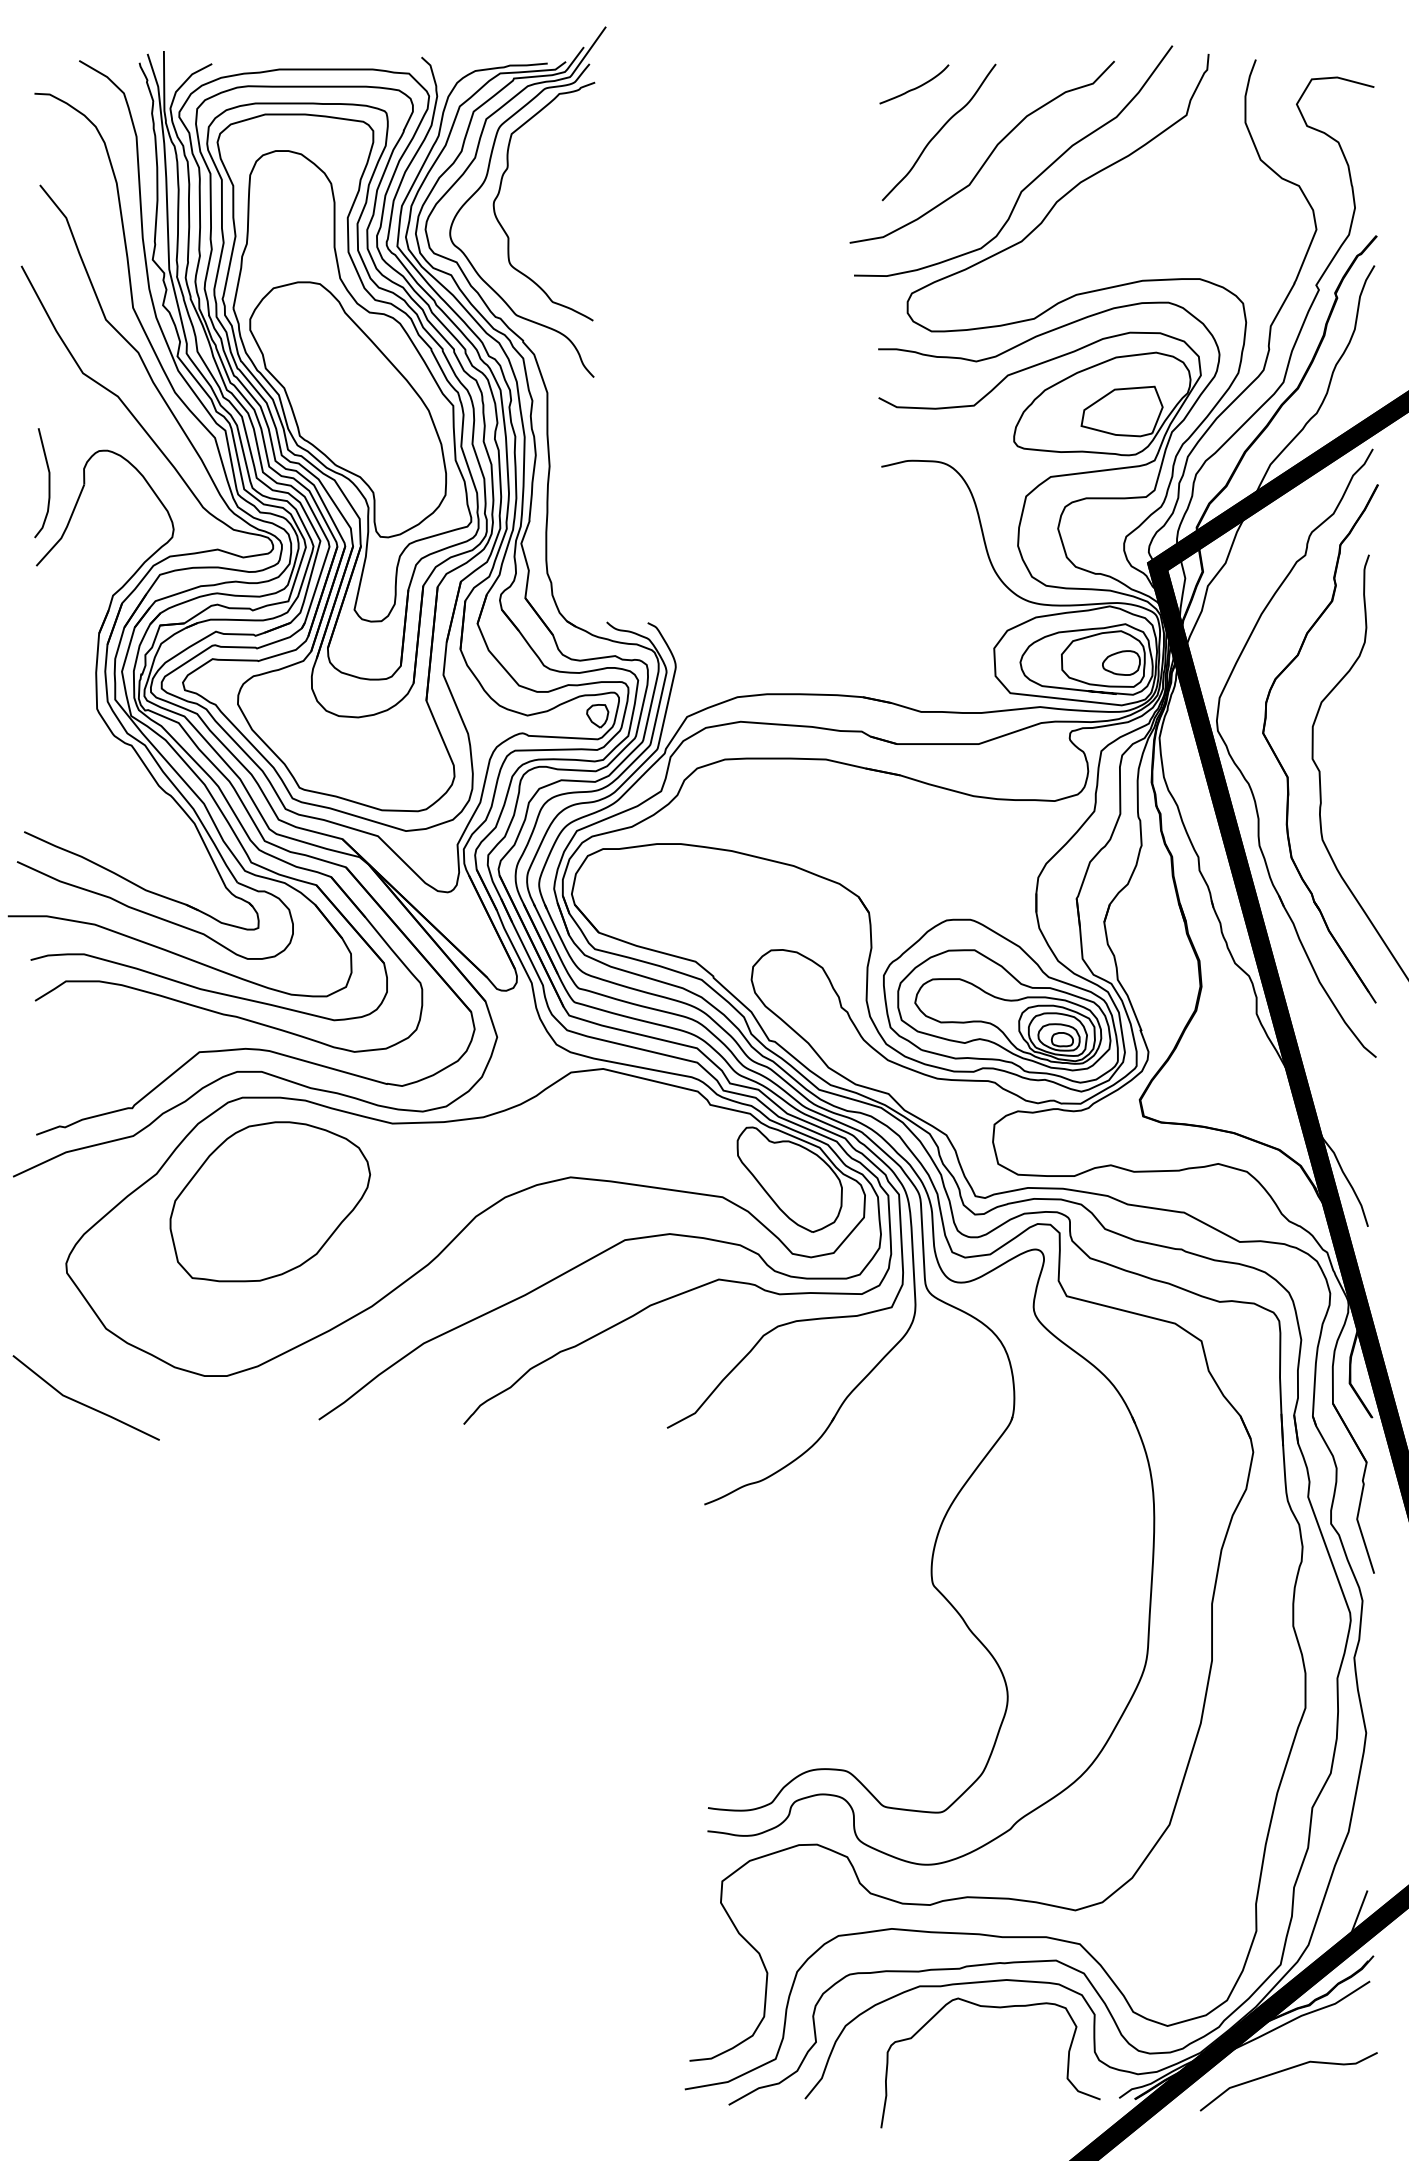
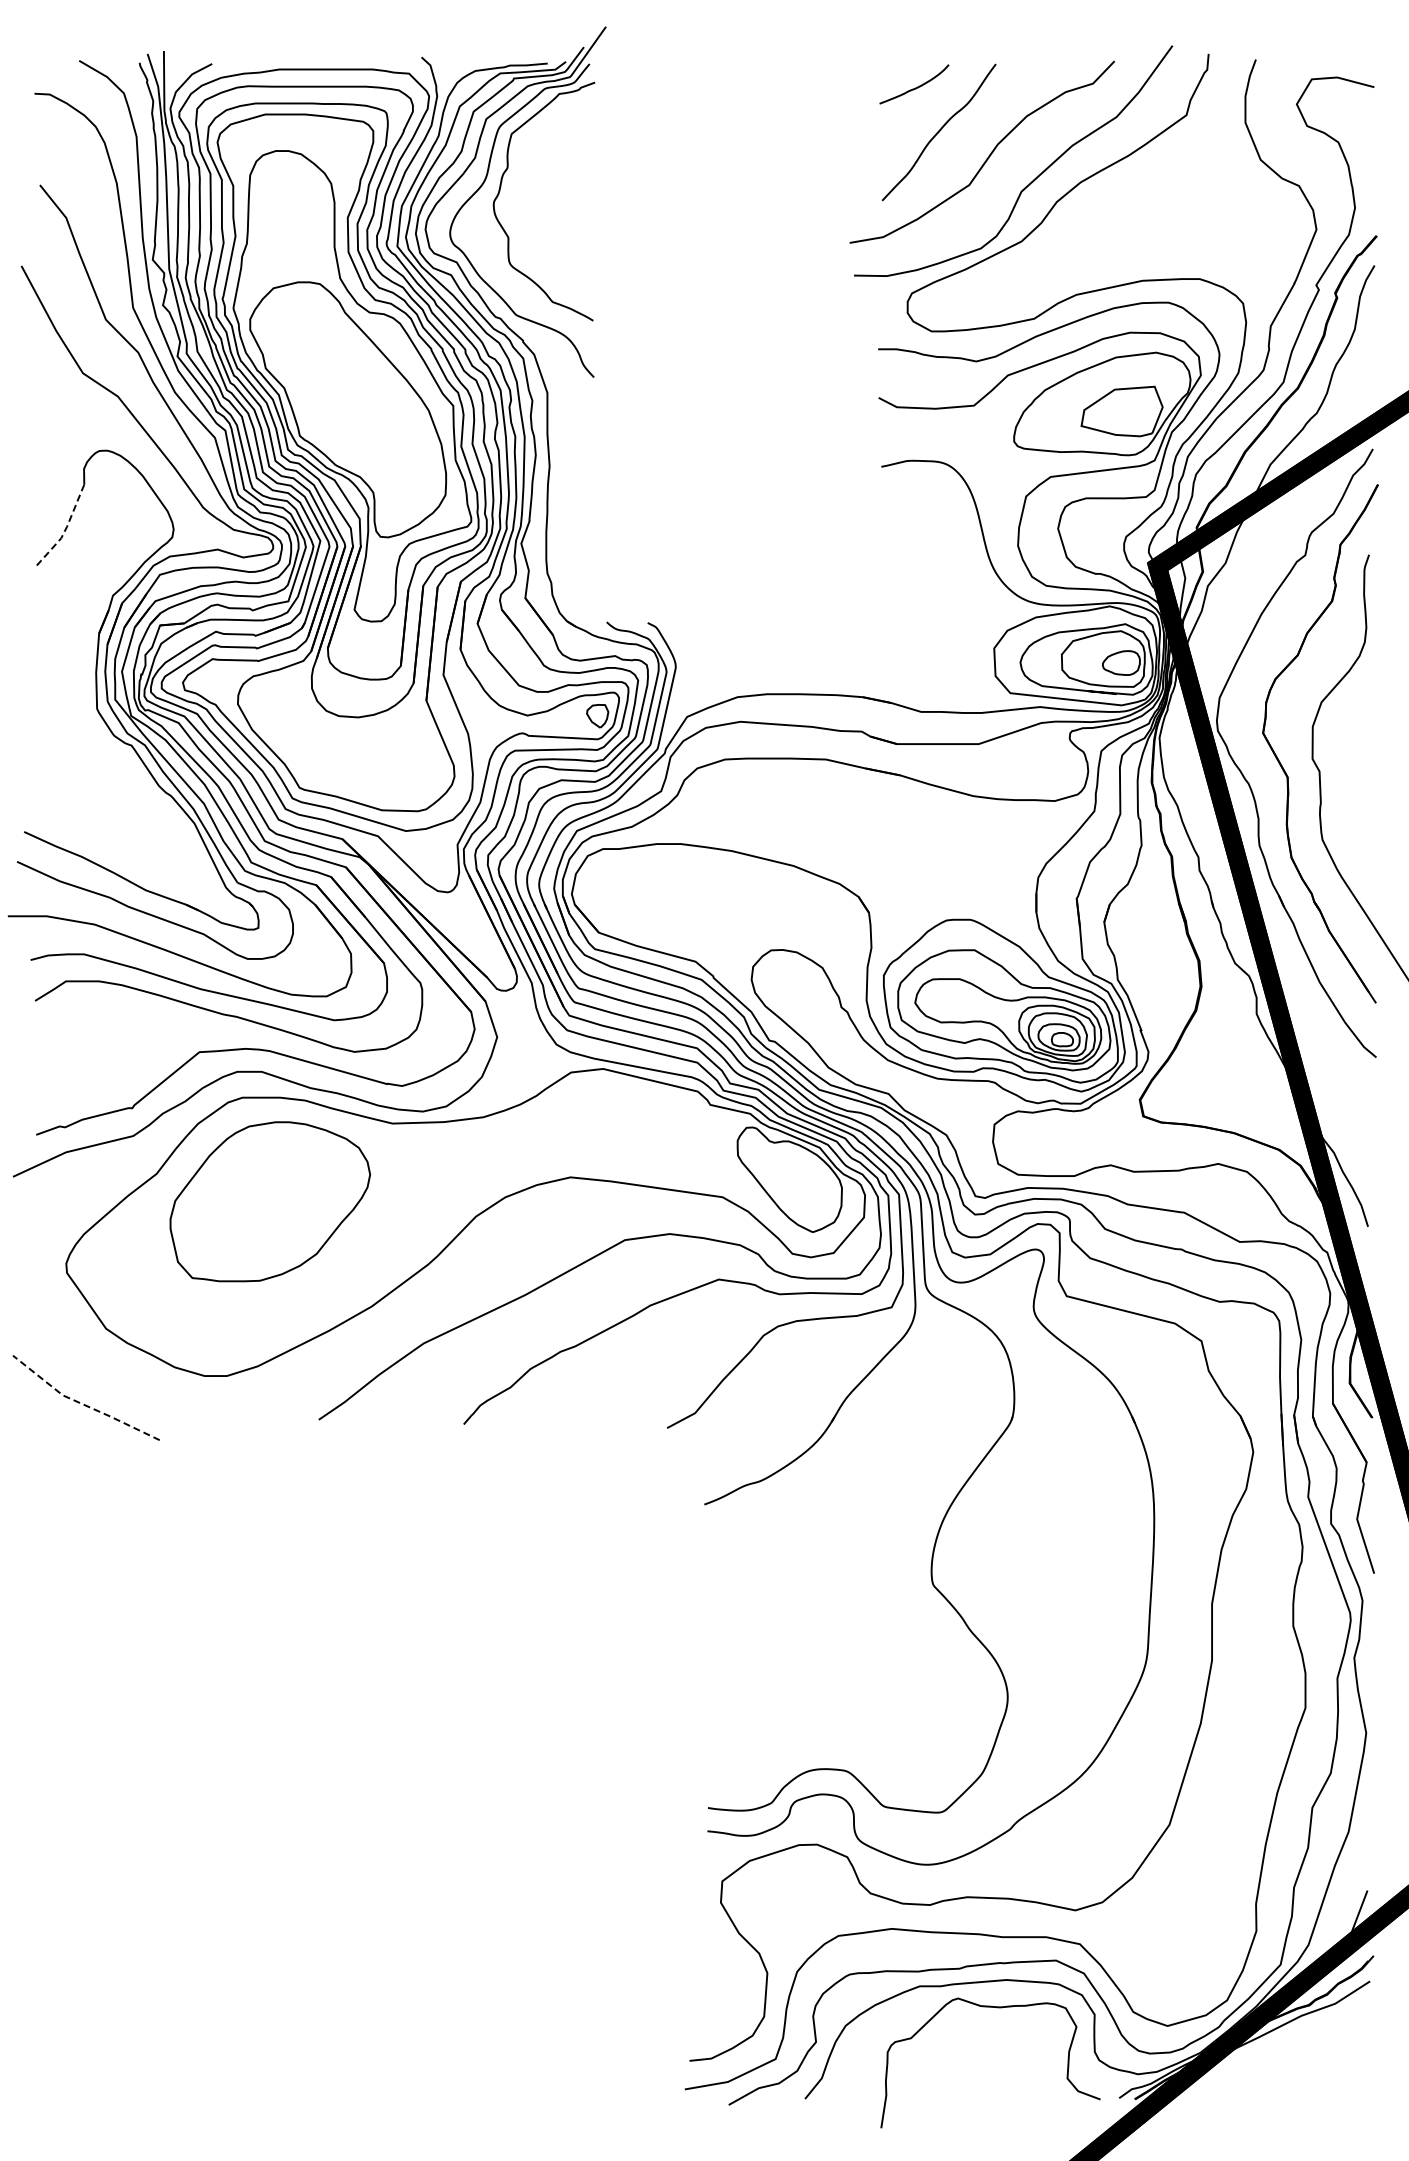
curve at (48, 483): present -> none
line at (65, 529): solid -> dashed
line at (82, 1404): solid -> dashed
curve at (1284, 2071): present -> none
